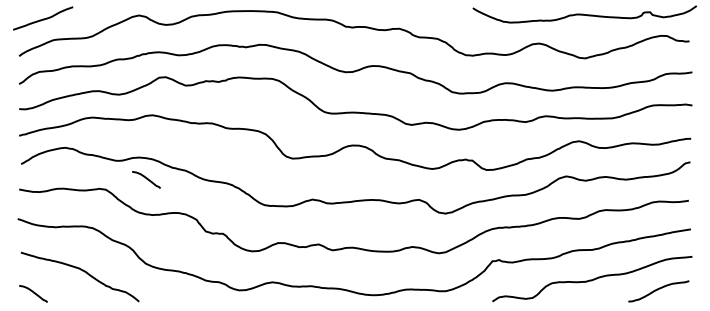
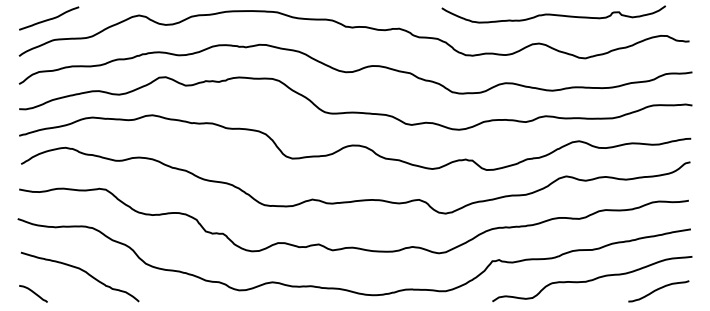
curve at (584, 14) position: (584, 14) -> (553, 14)
curve at (43, 18) position: (43, 18) -> (49, 18)
curve at (146, 179): present -> none
